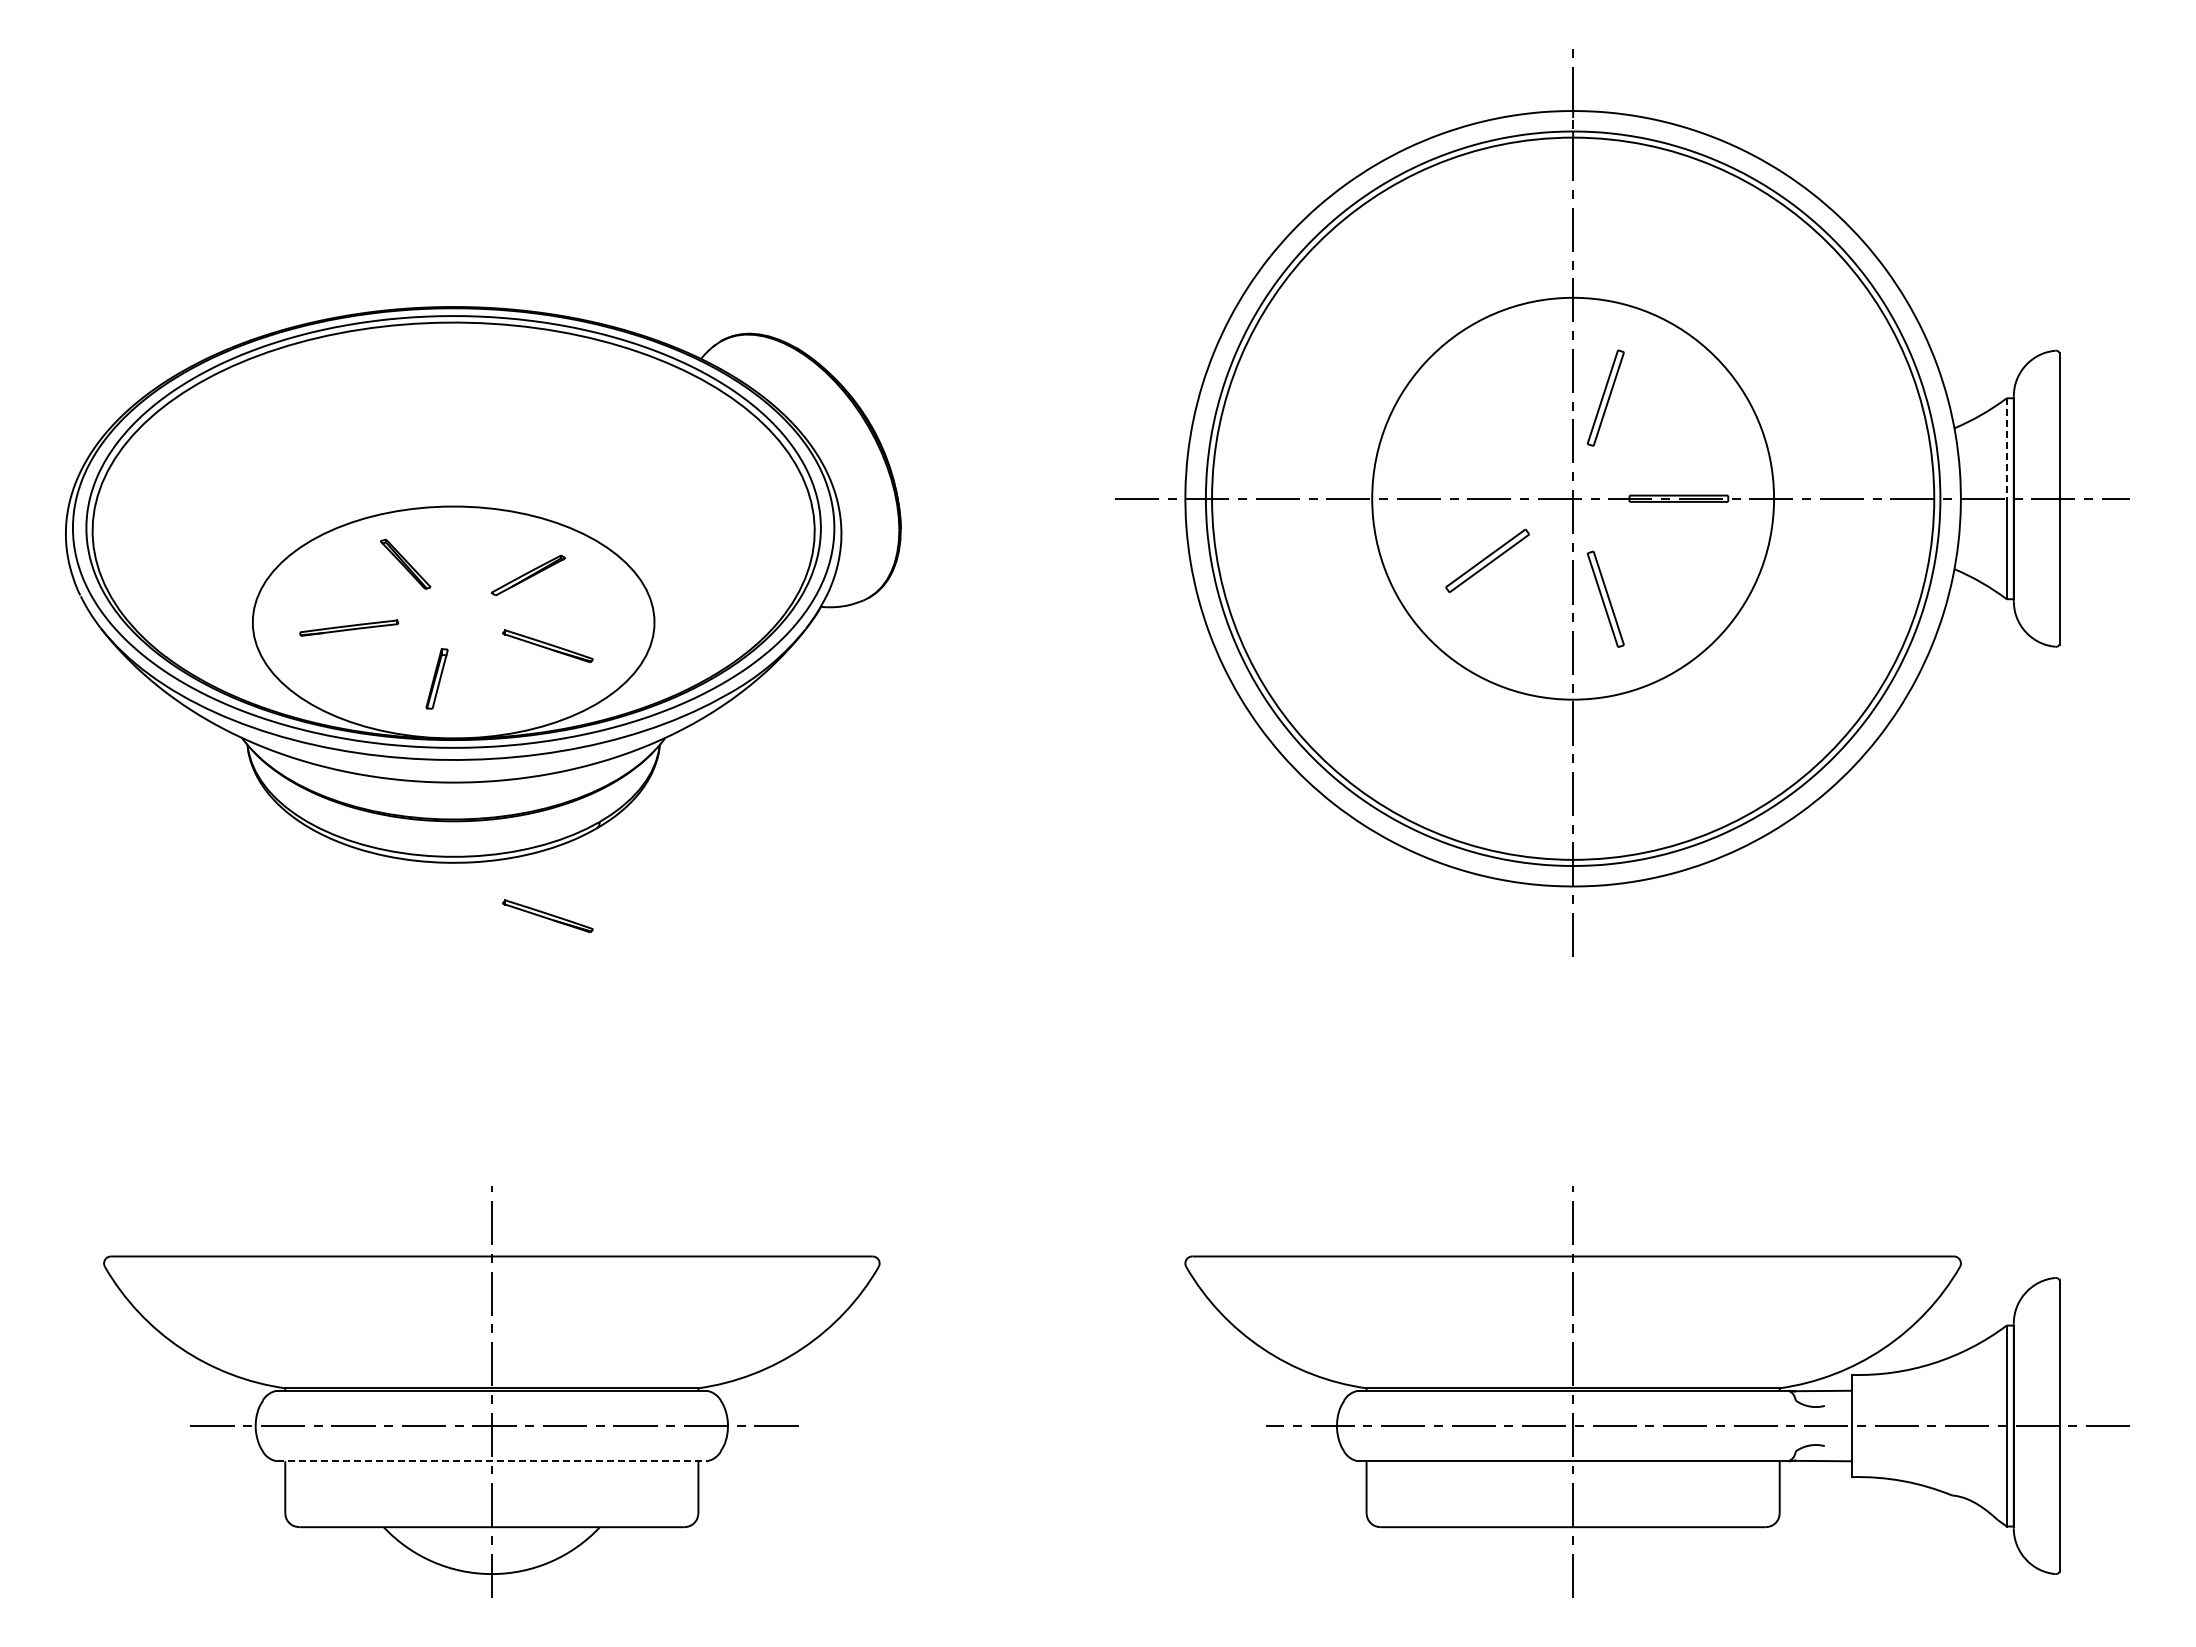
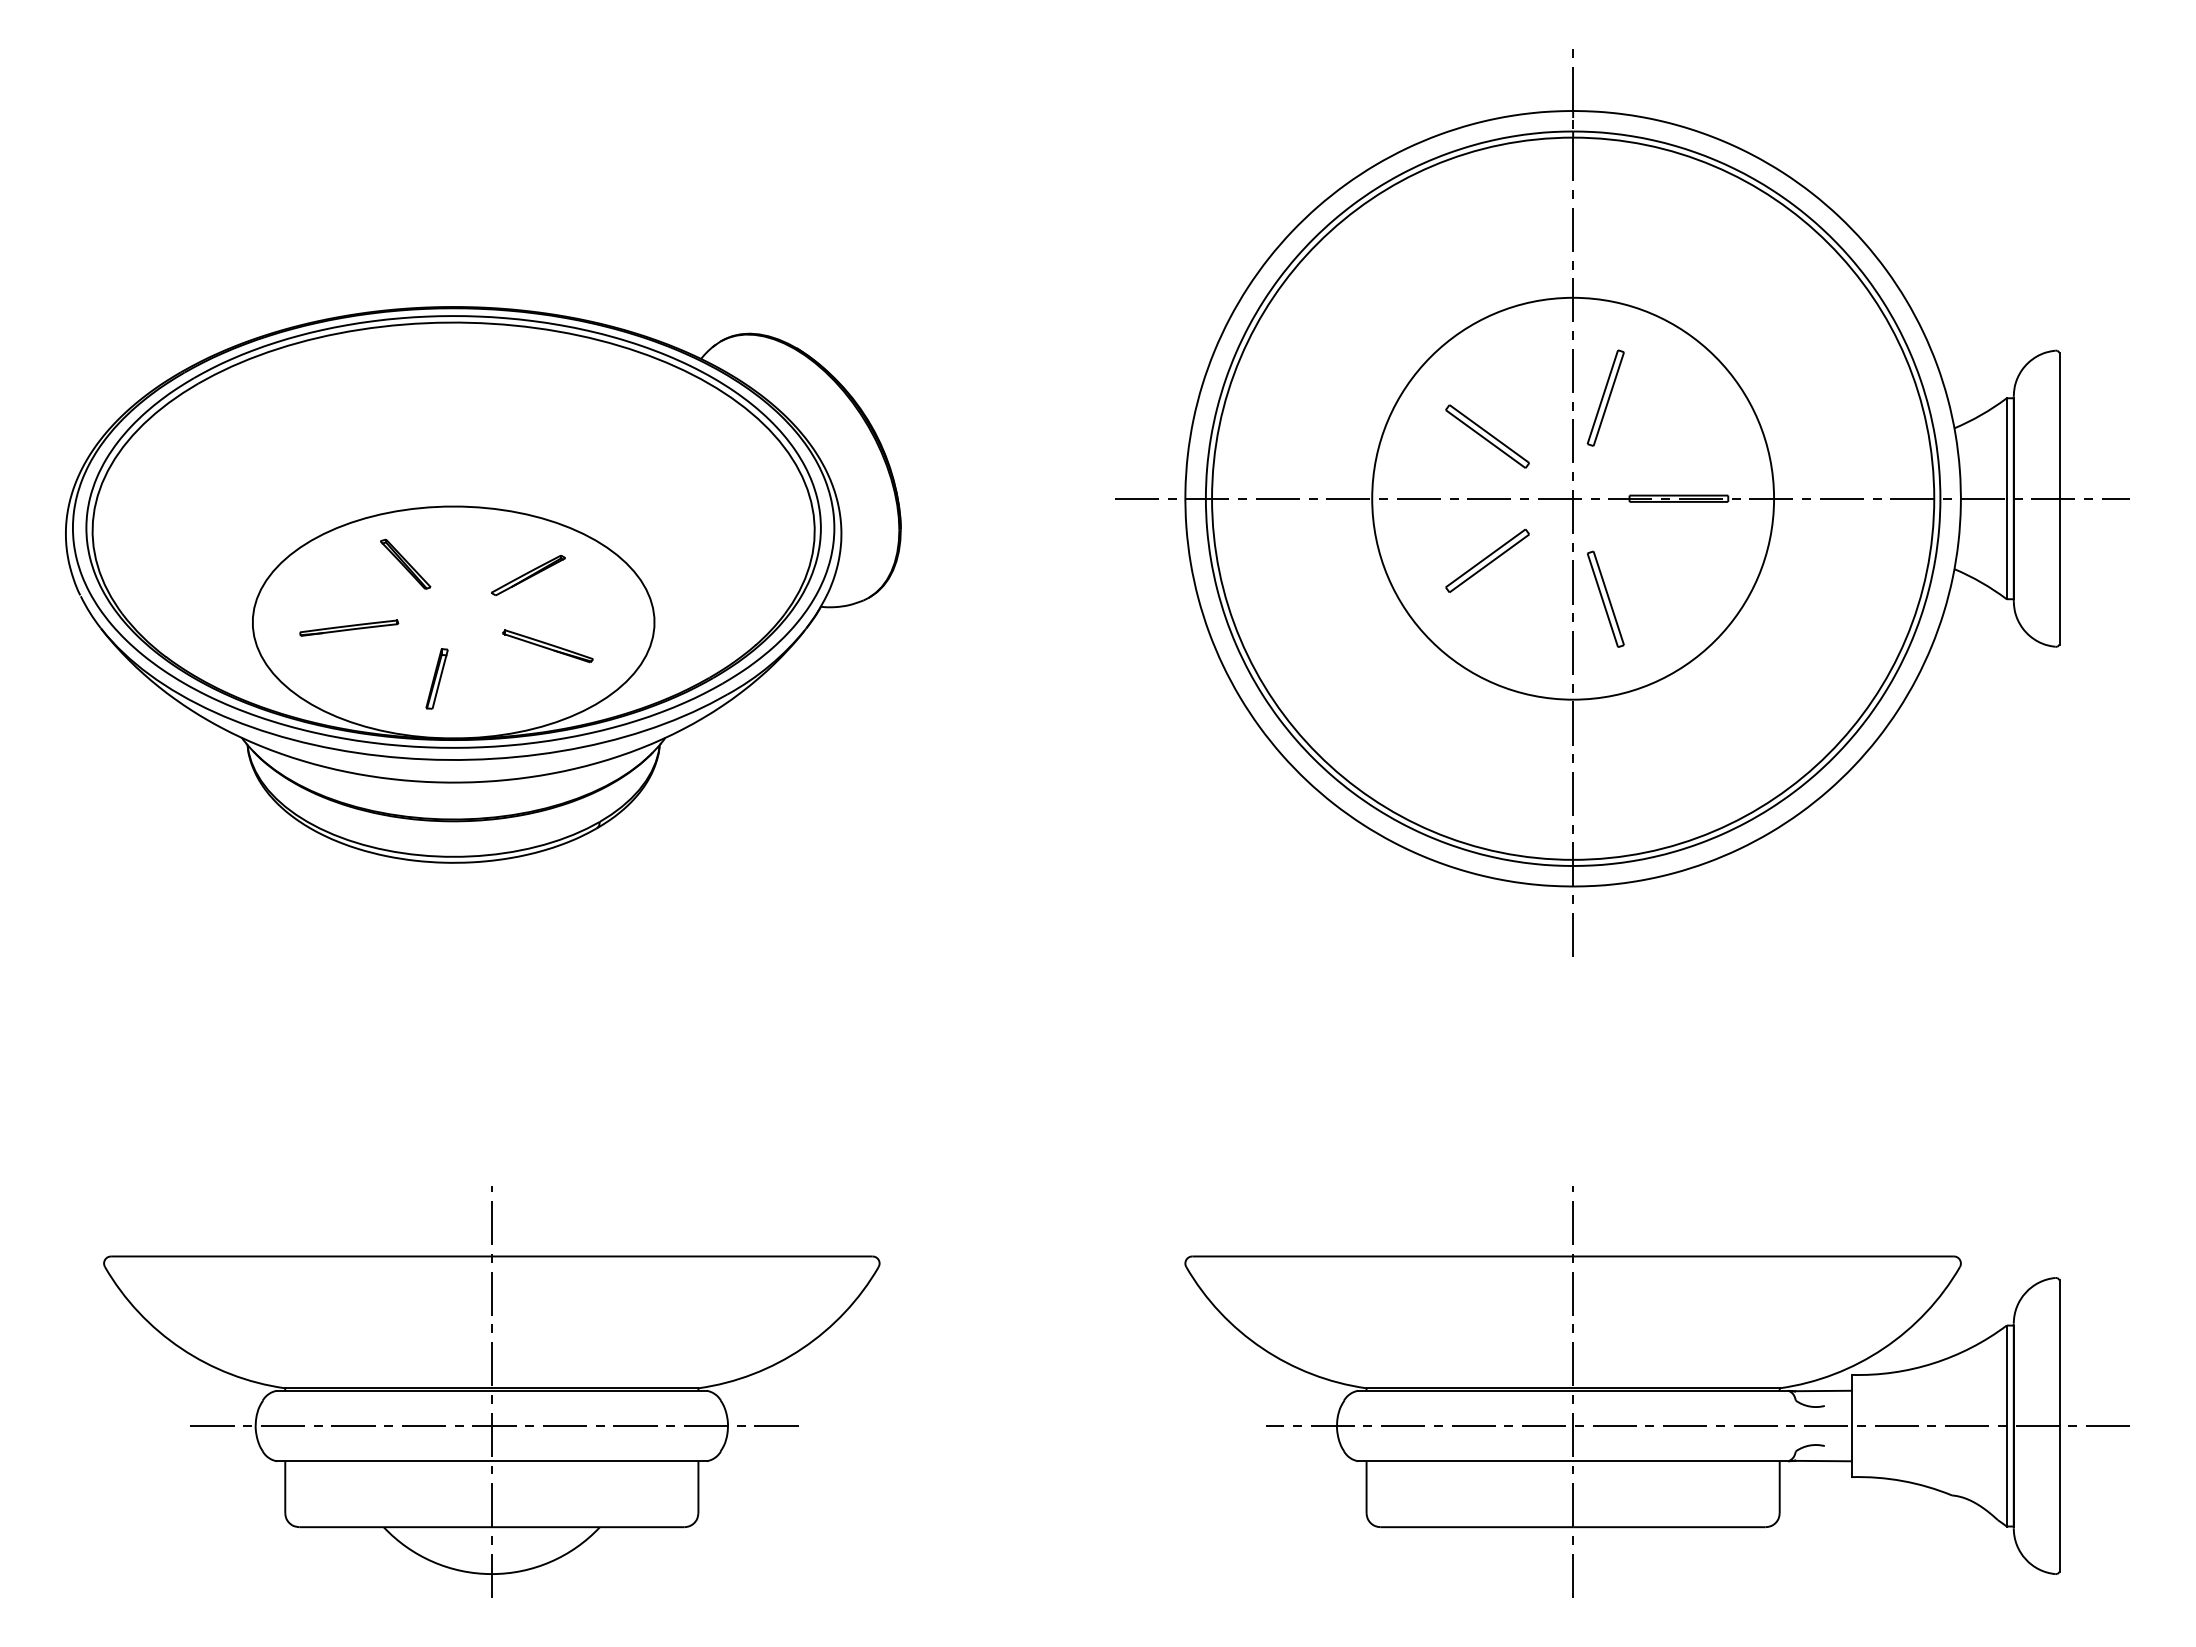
part at (1487, 436): none -> present
line at (2006, 449): dashed -> solid
part at (547, 916): present -> none
line at (492, 1461): dashed -> solid
